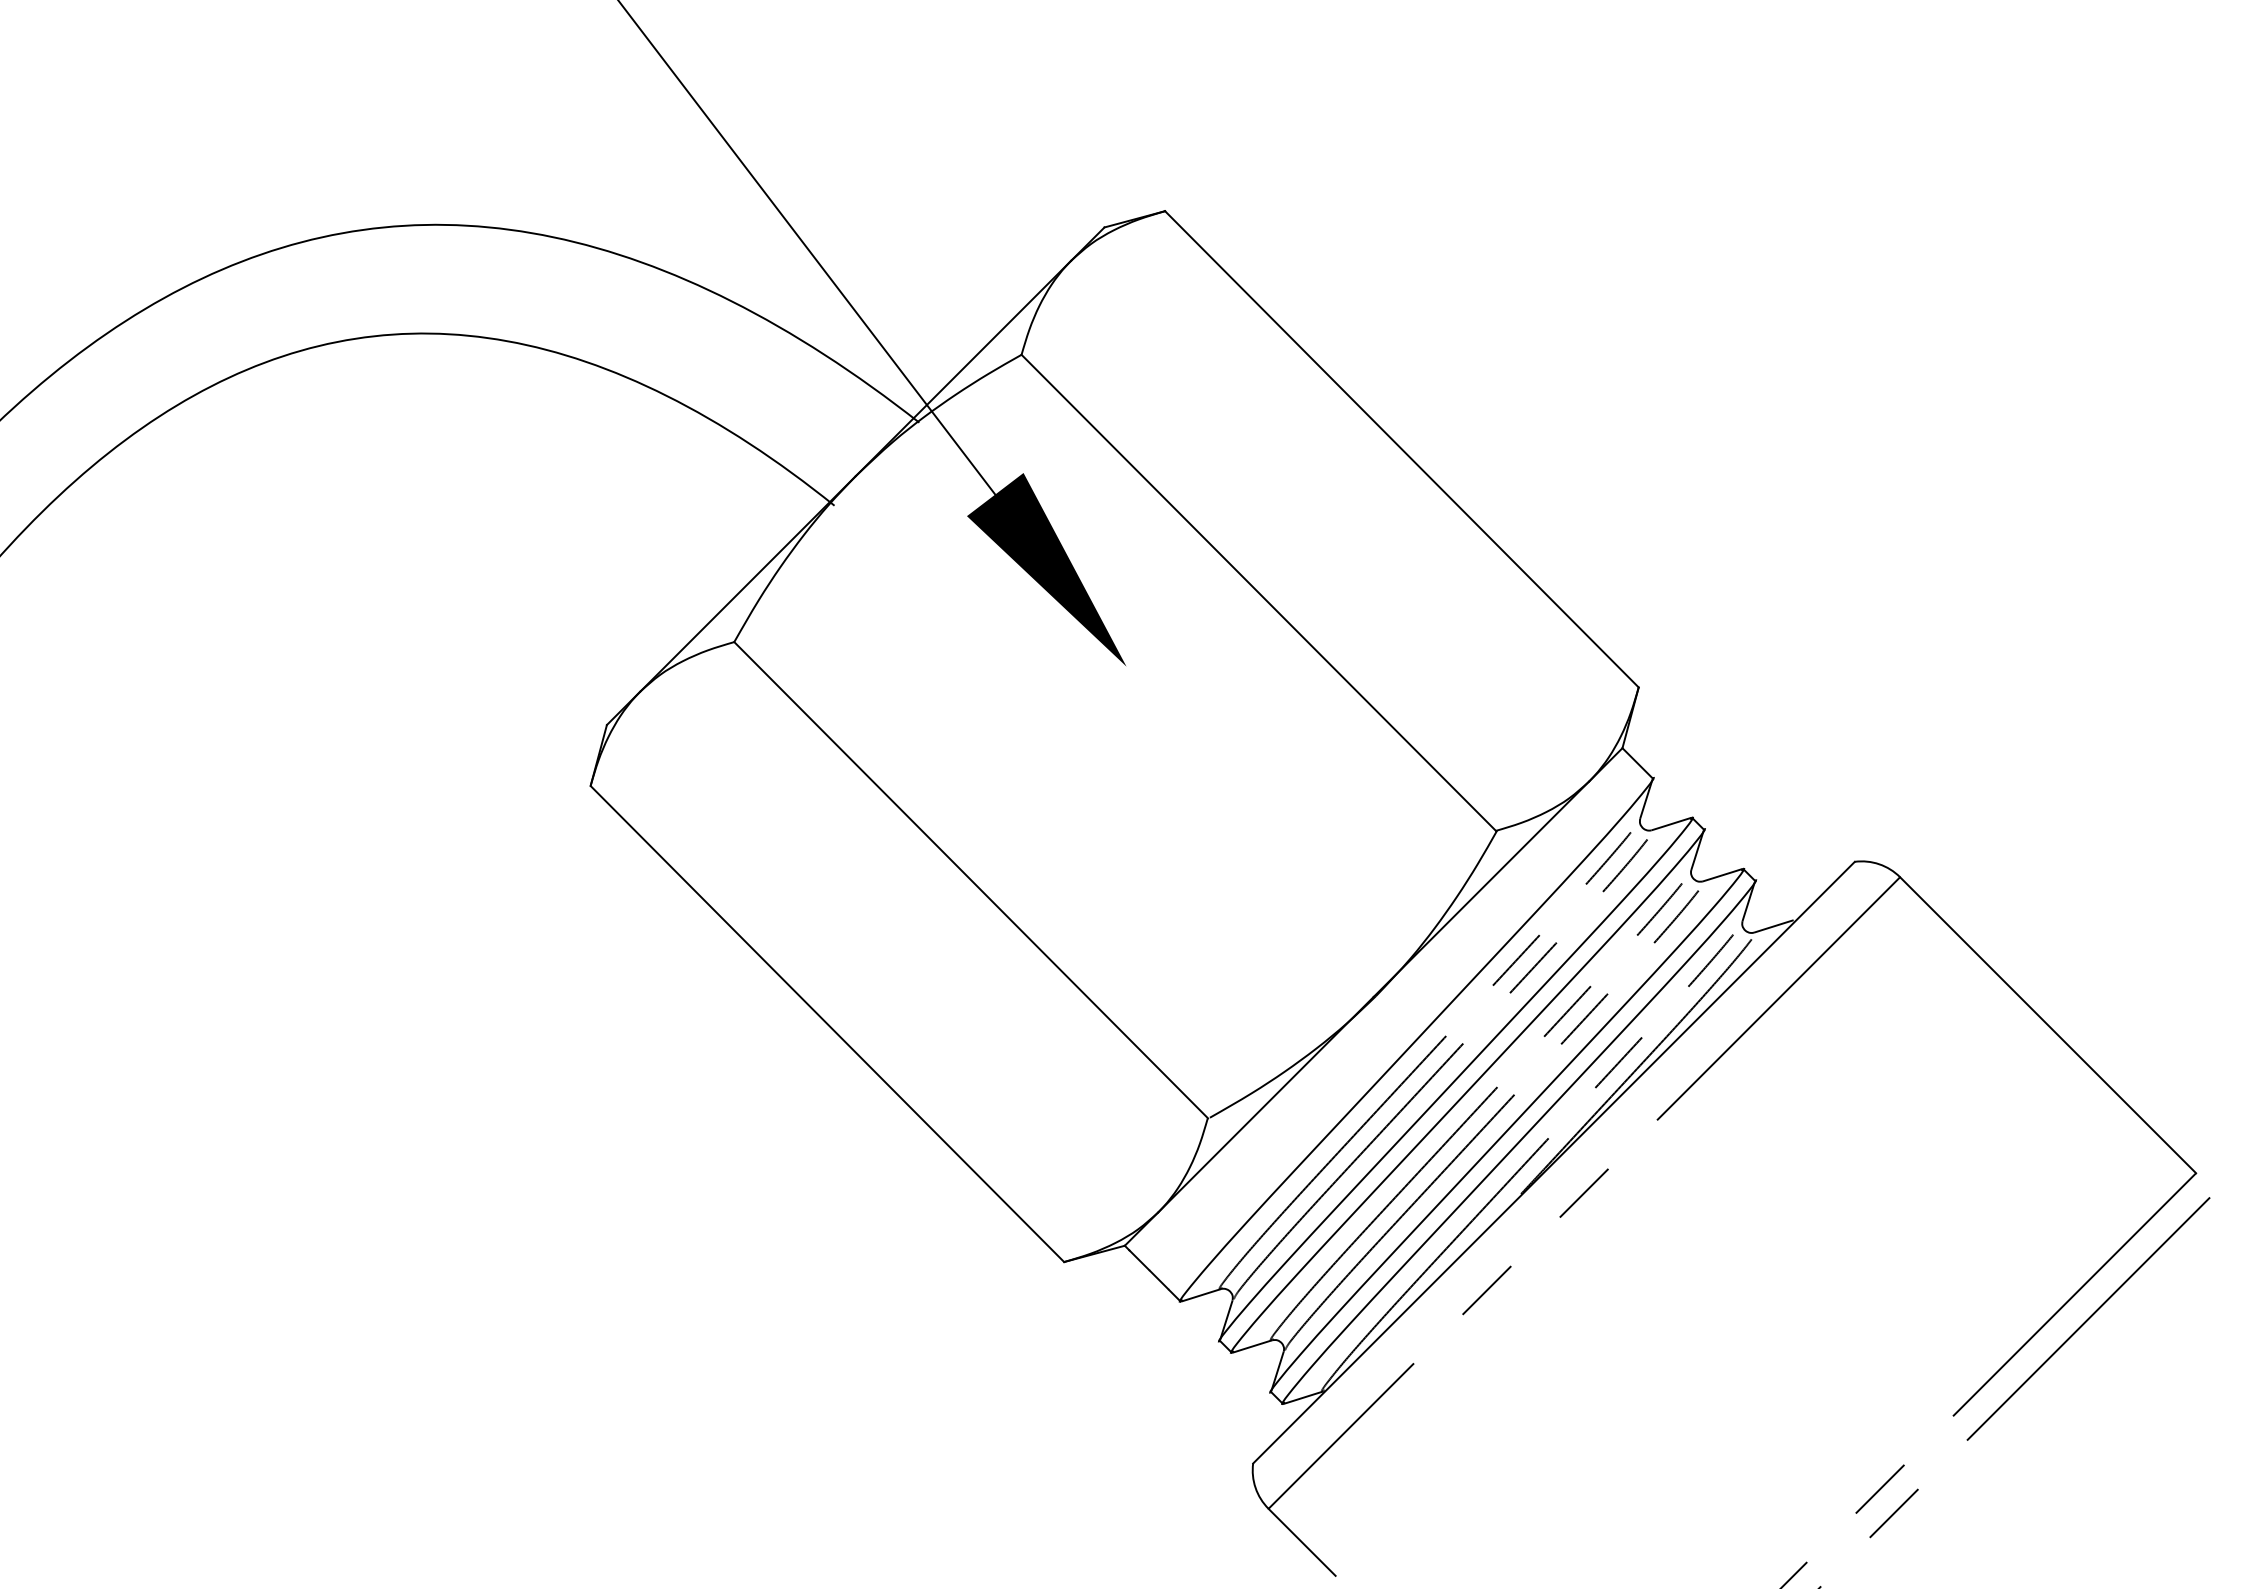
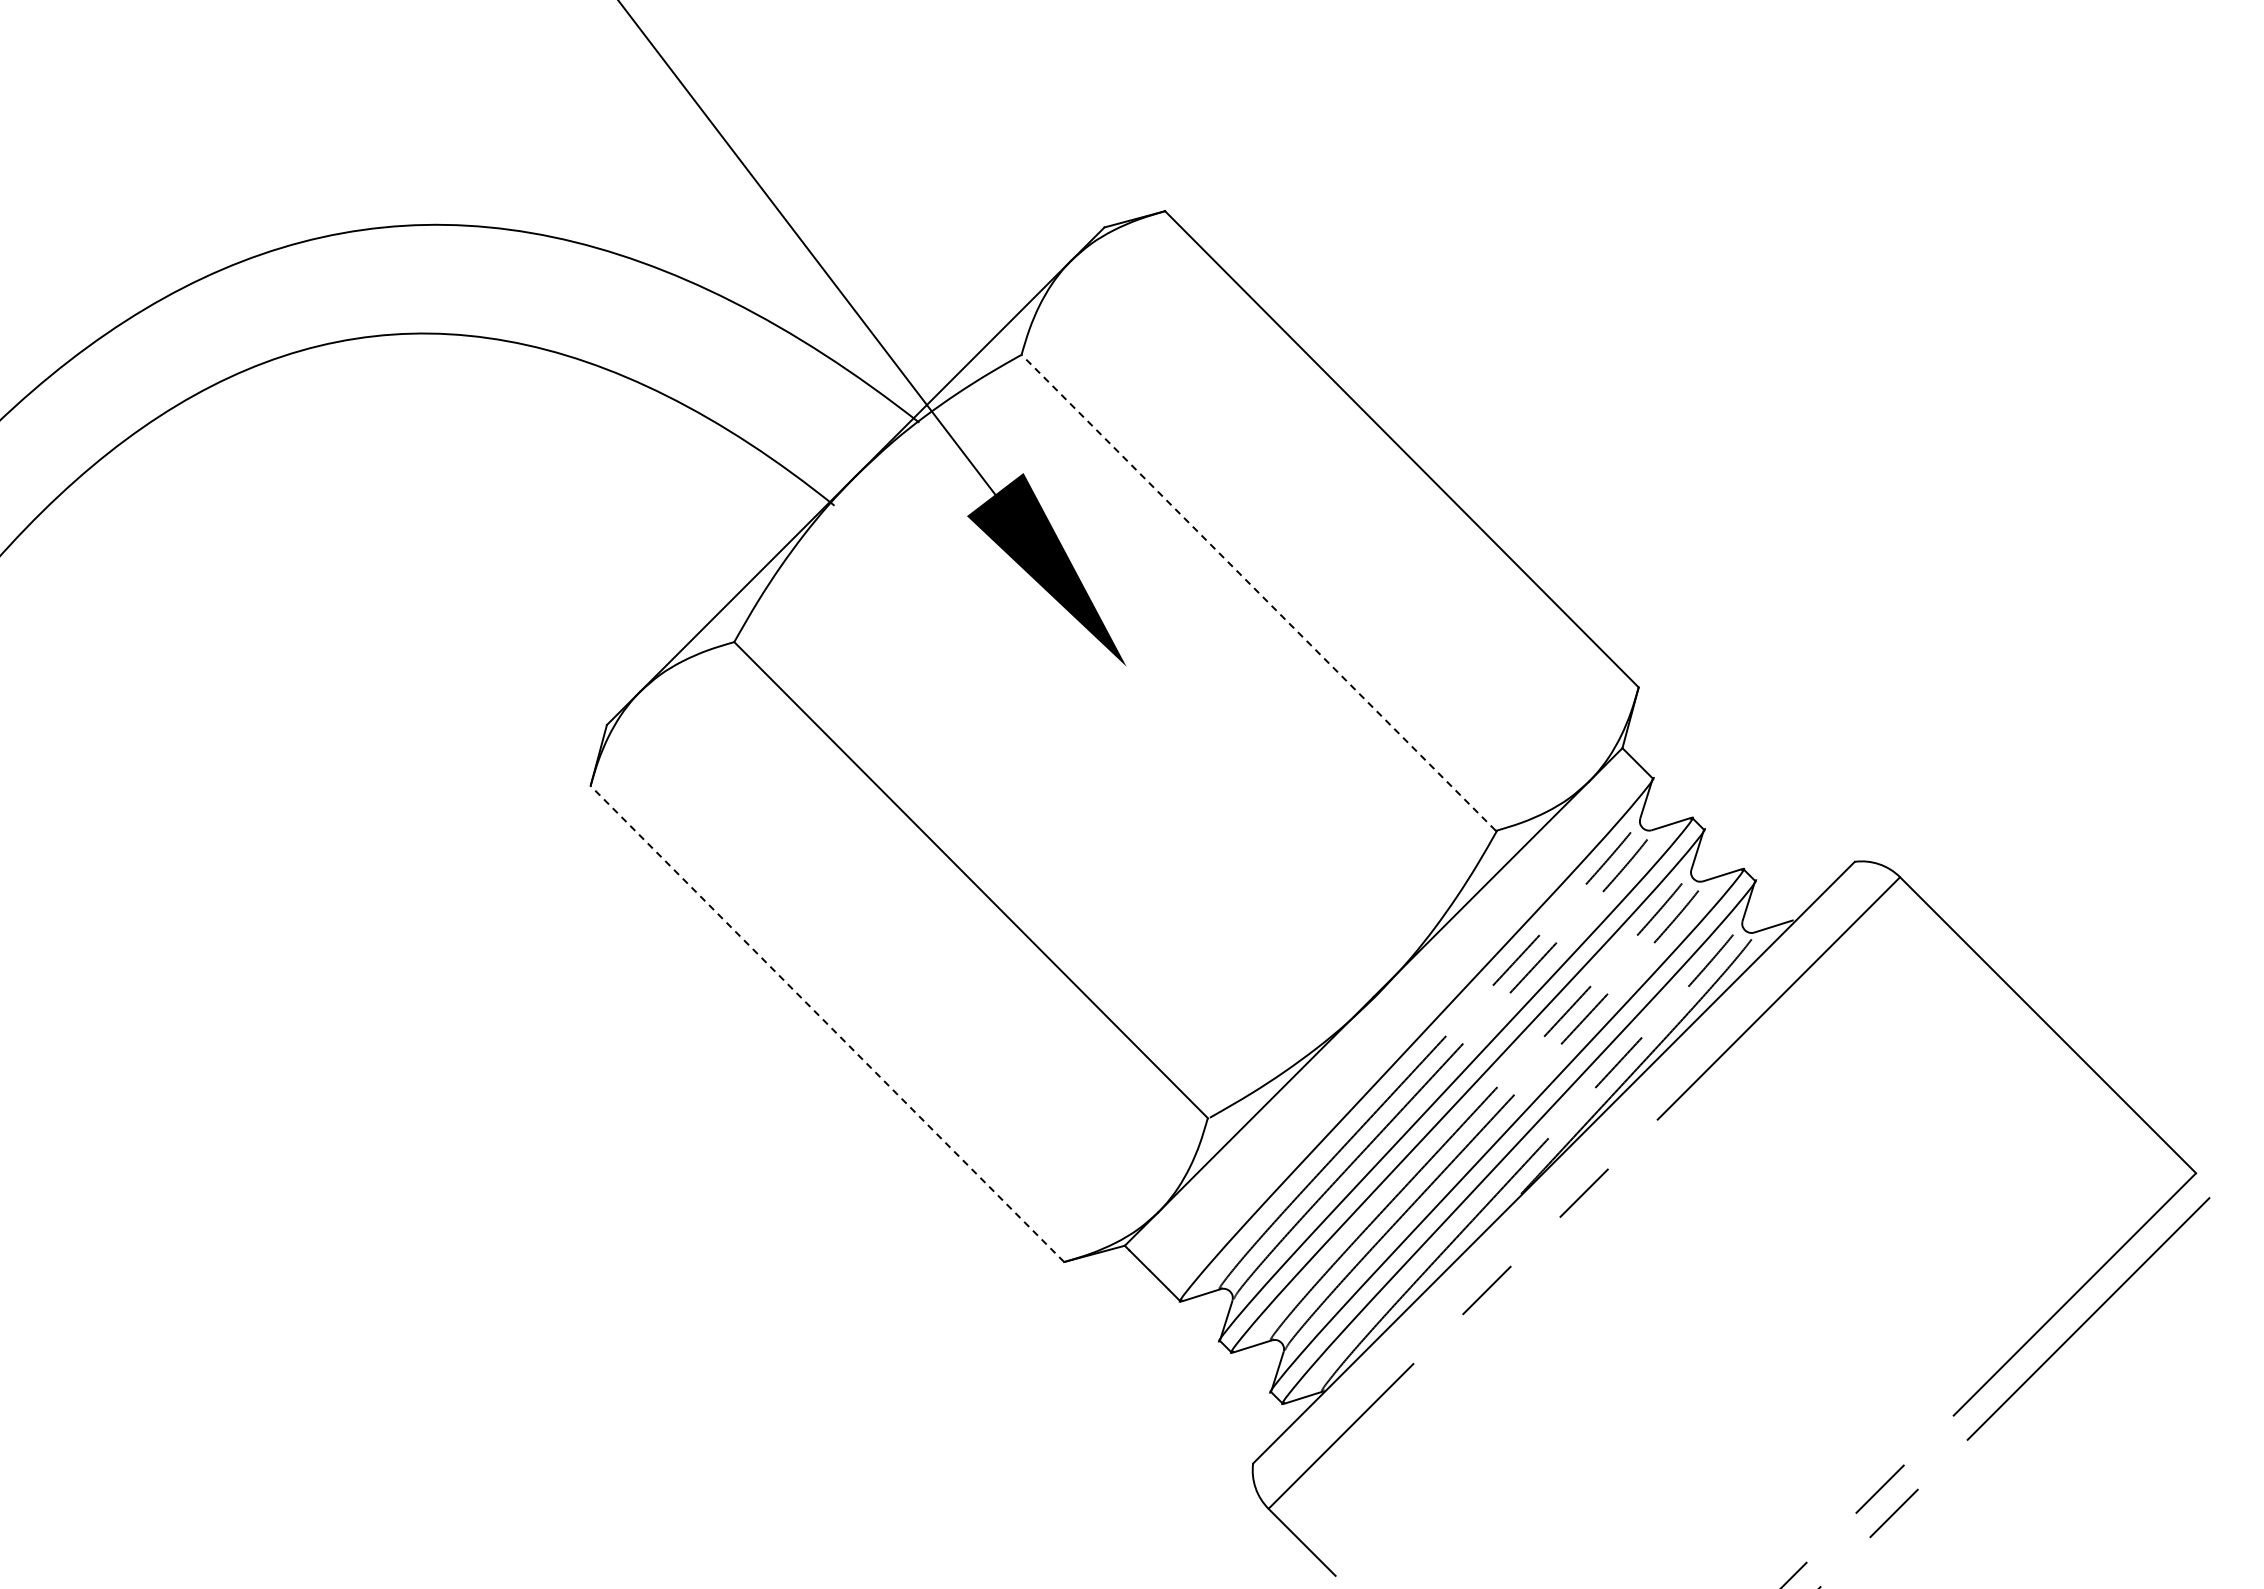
line at (1258, 592): solid -> dashed
line at (827, 1024): solid -> dashed
